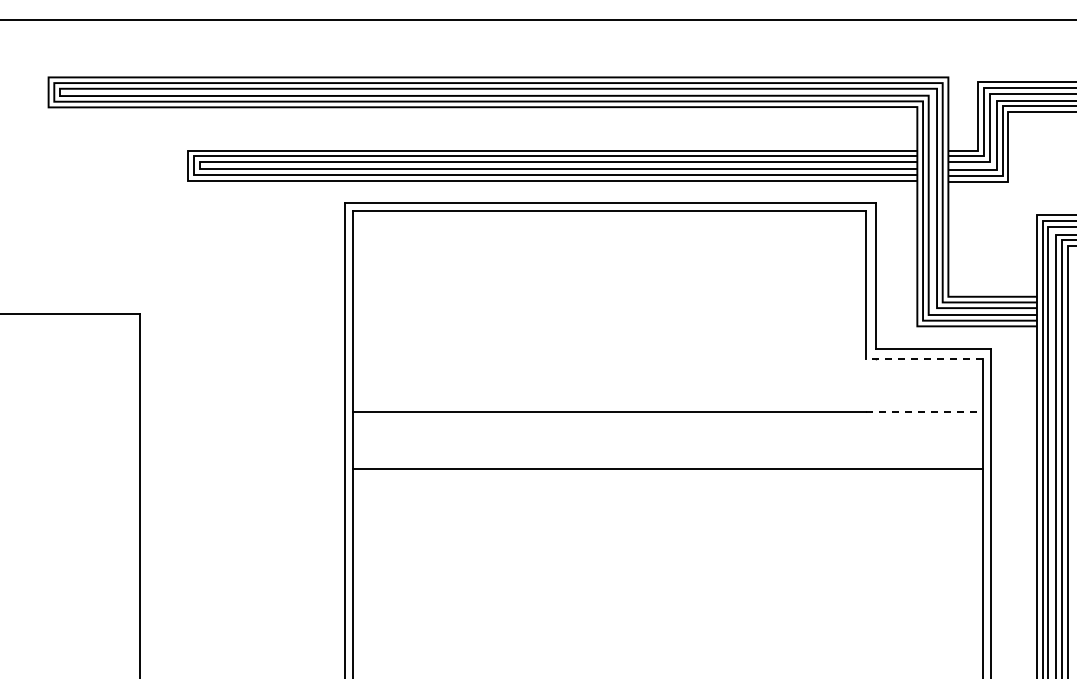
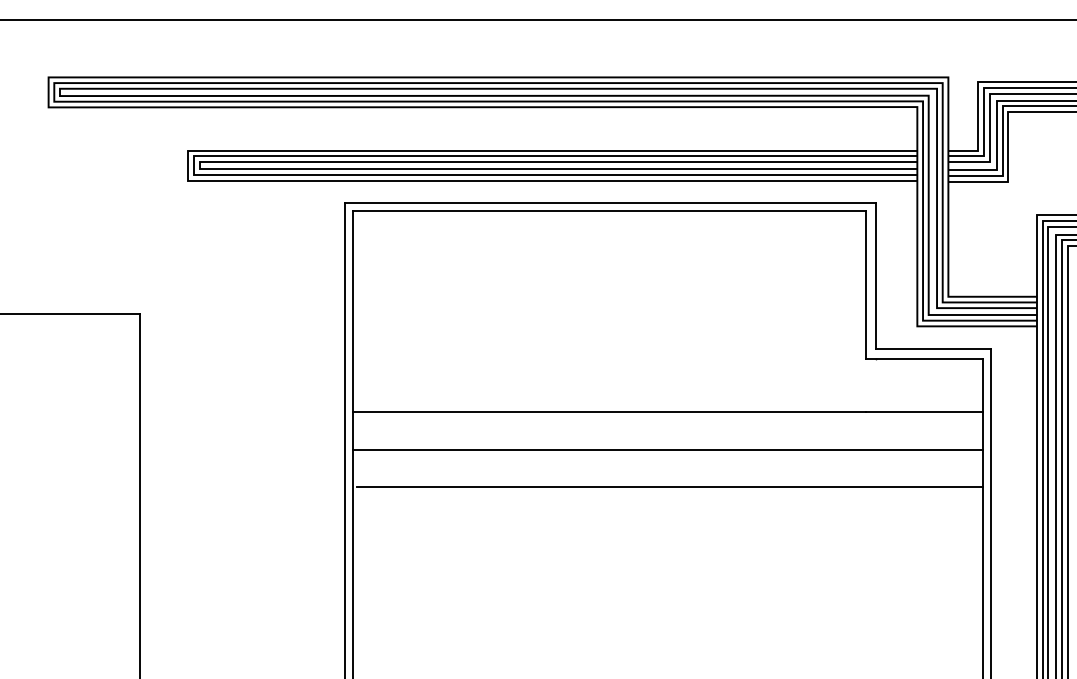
line at (923, 359): dashed -> solid
line at (924, 412): dashed -> solid
line at (667, 468) position: (667, 468) -> (667, 449)
line at (669, 486): none -> present
